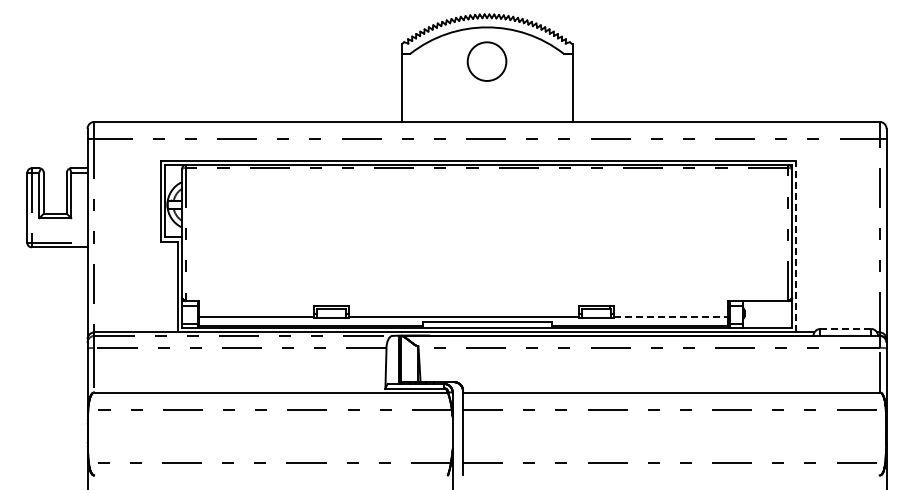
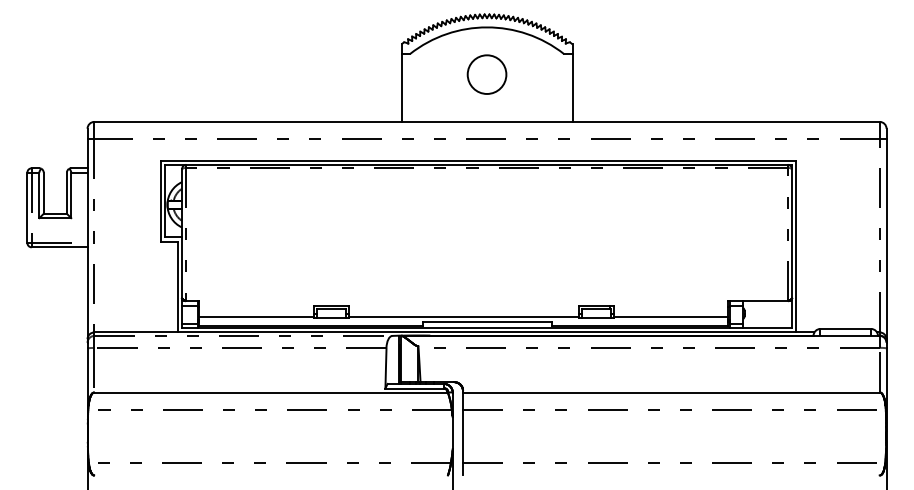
circle at (486, 61) position: (486, 61) -> (486, 74)
line at (796, 246): dashed -> solid
line at (671, 316): dashed -> solid
line at (846, 328): dashed -> solid
